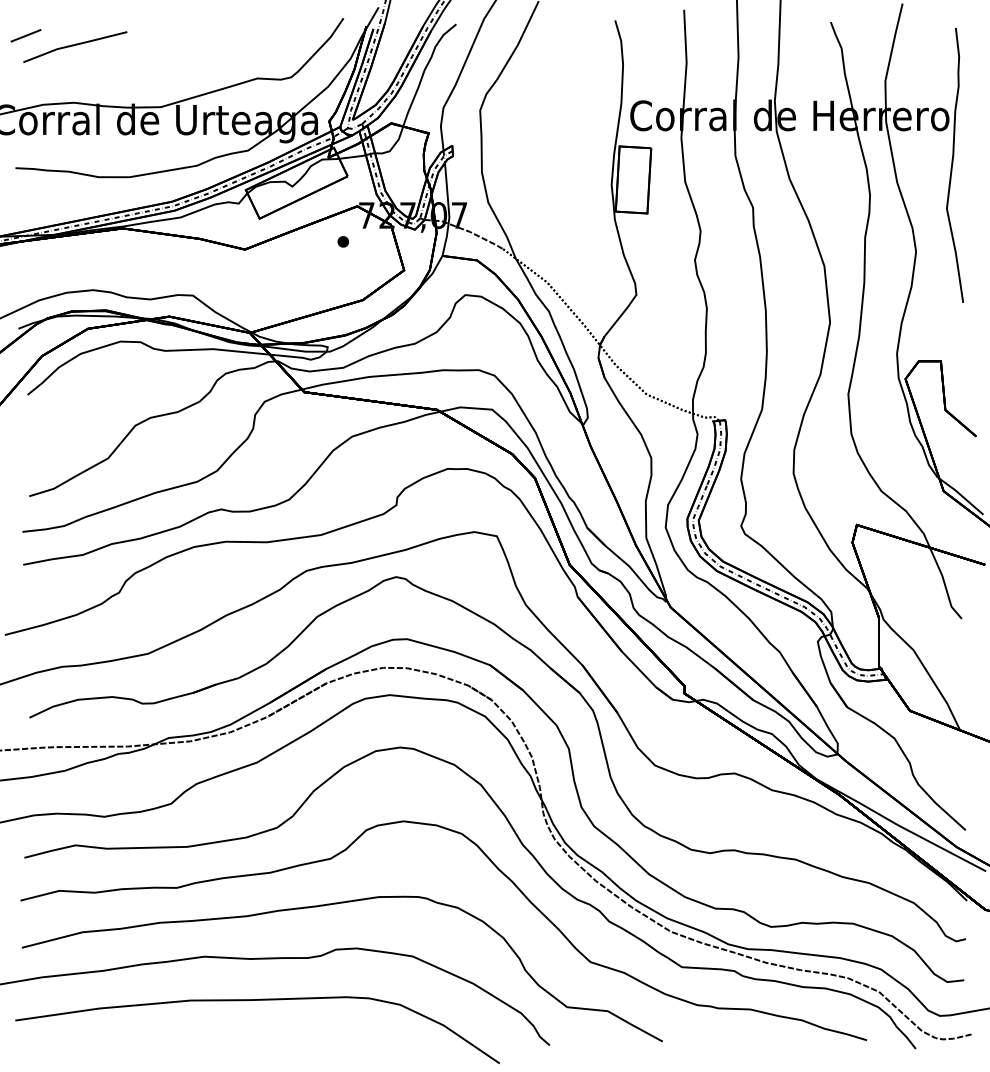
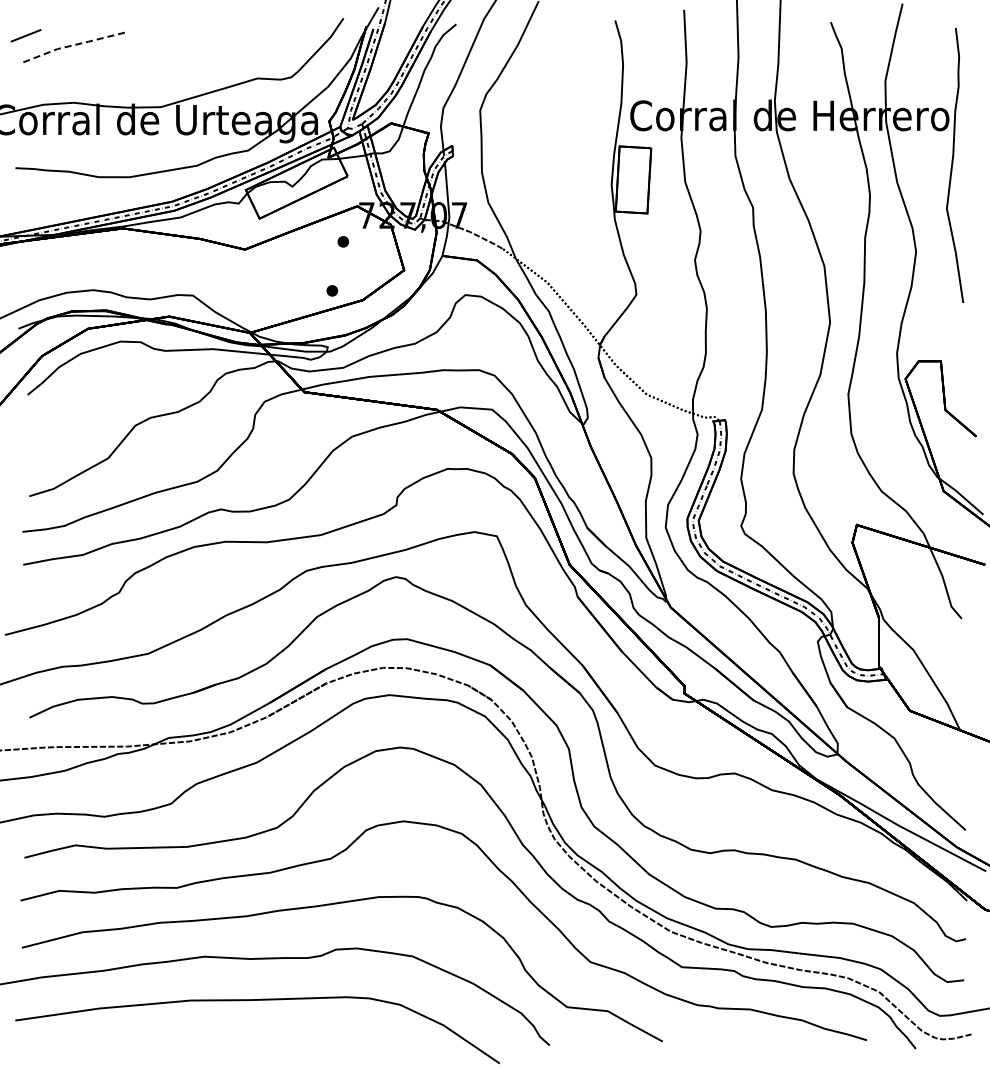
line at (75, 44): solid -> dashed
part at (332, 290): none -> present
